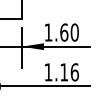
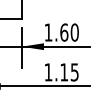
text at (74, 72): 1.16 -> 1.15
